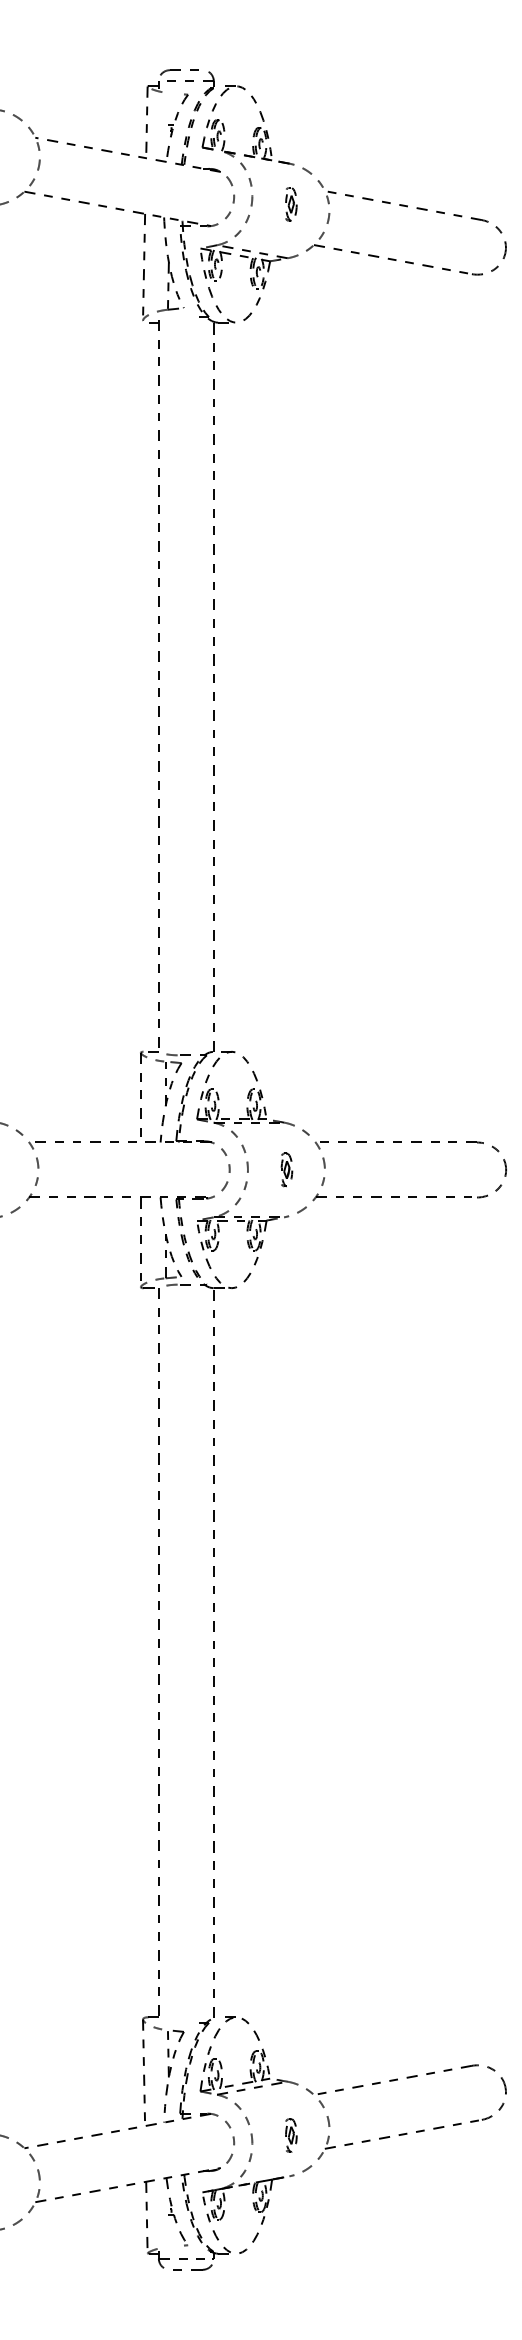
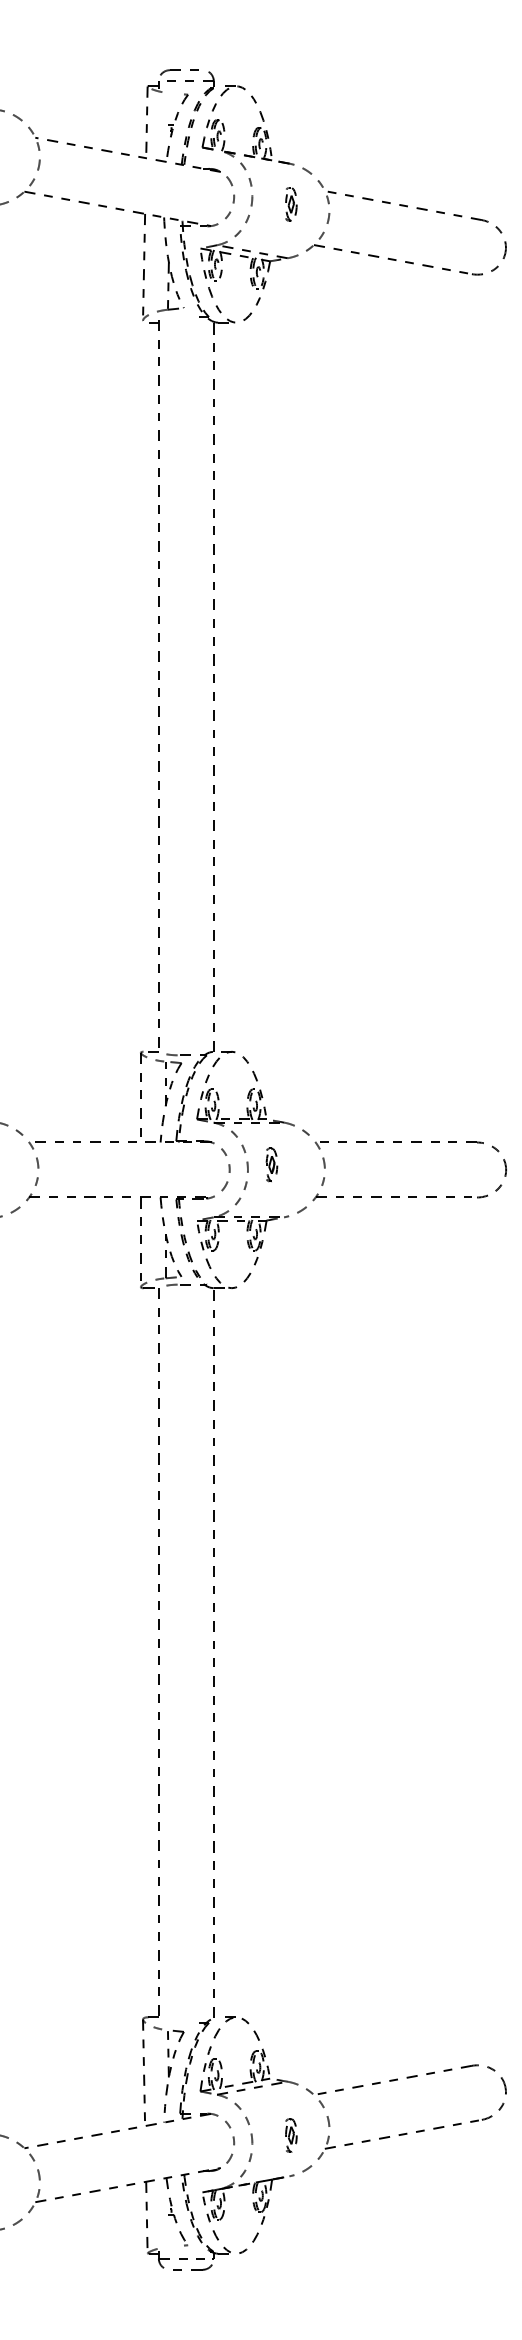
part at (286, 1169) position: (286, 1169) -> (271, 1164)
